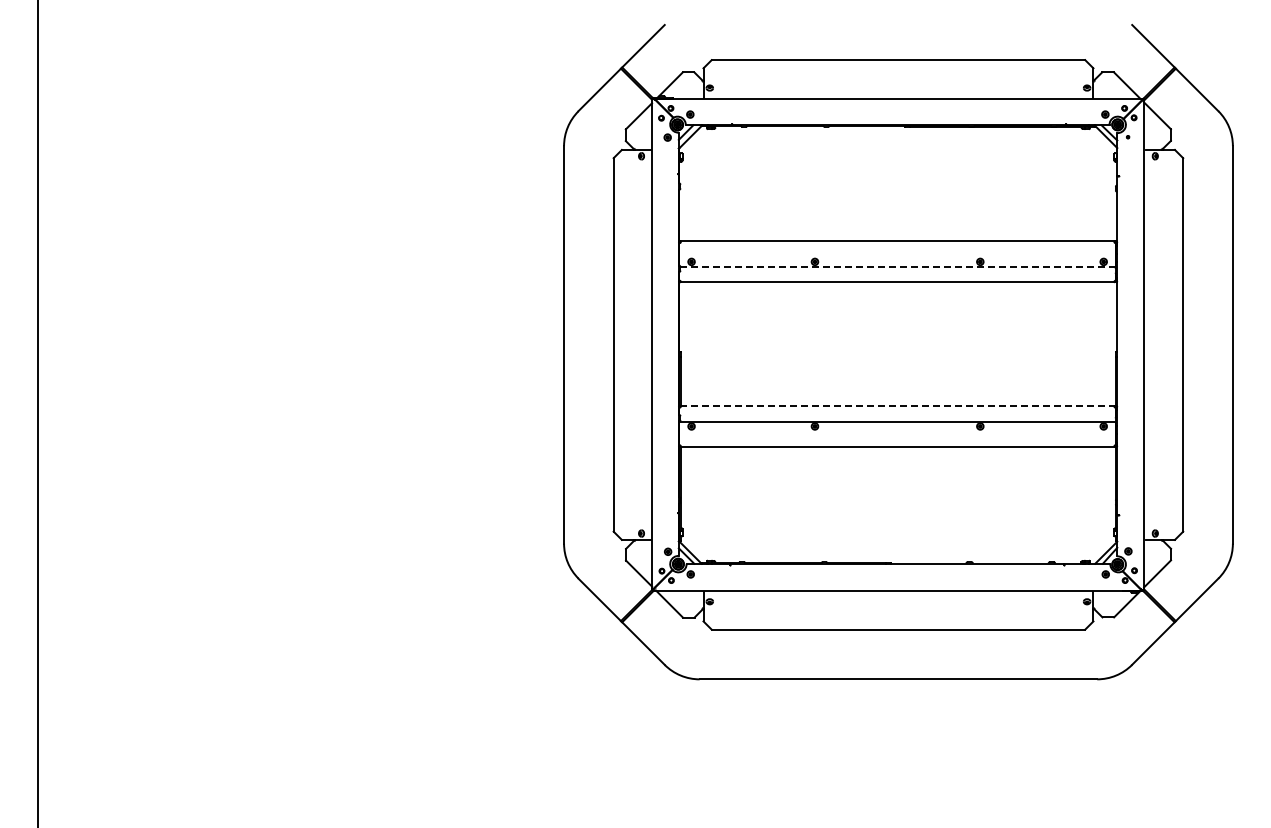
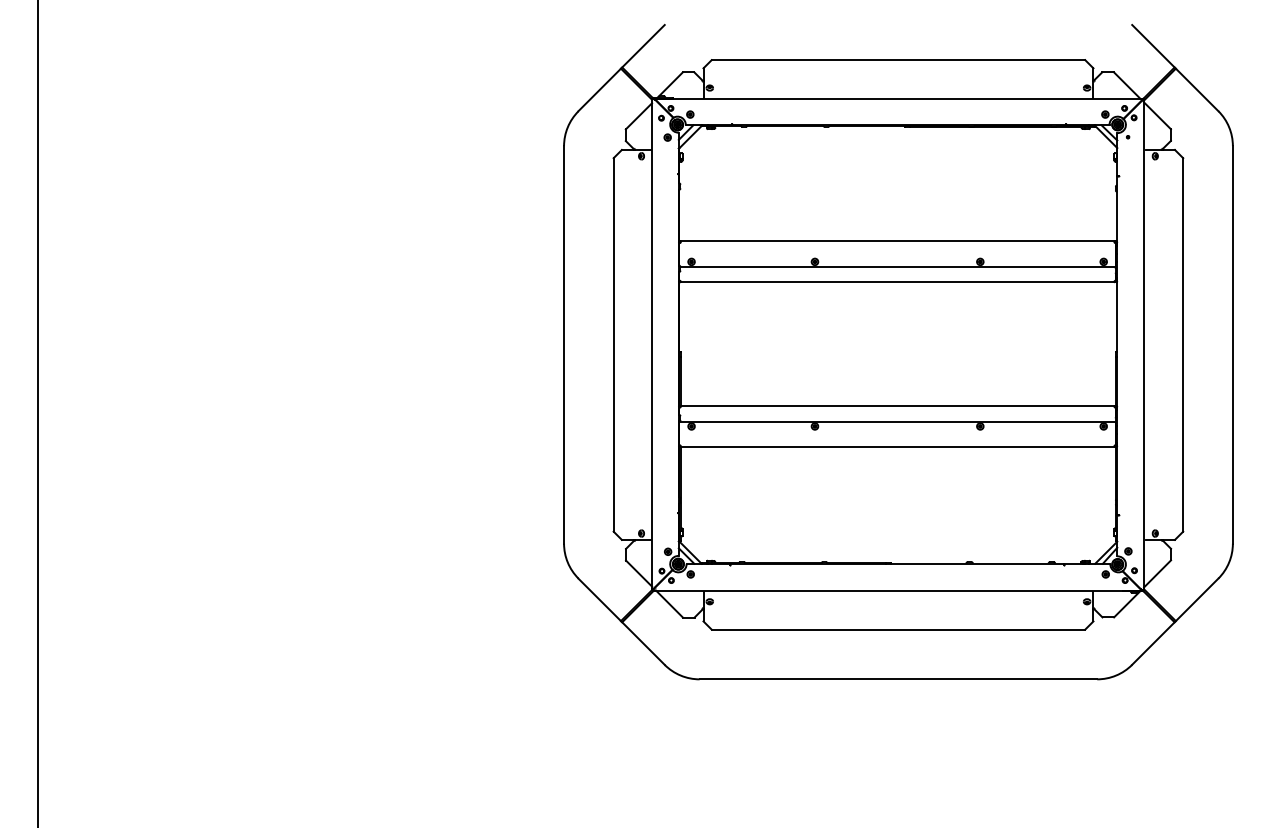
line at (898, 266): dashed -> solid
line at (897, 405): dashed -> solid
